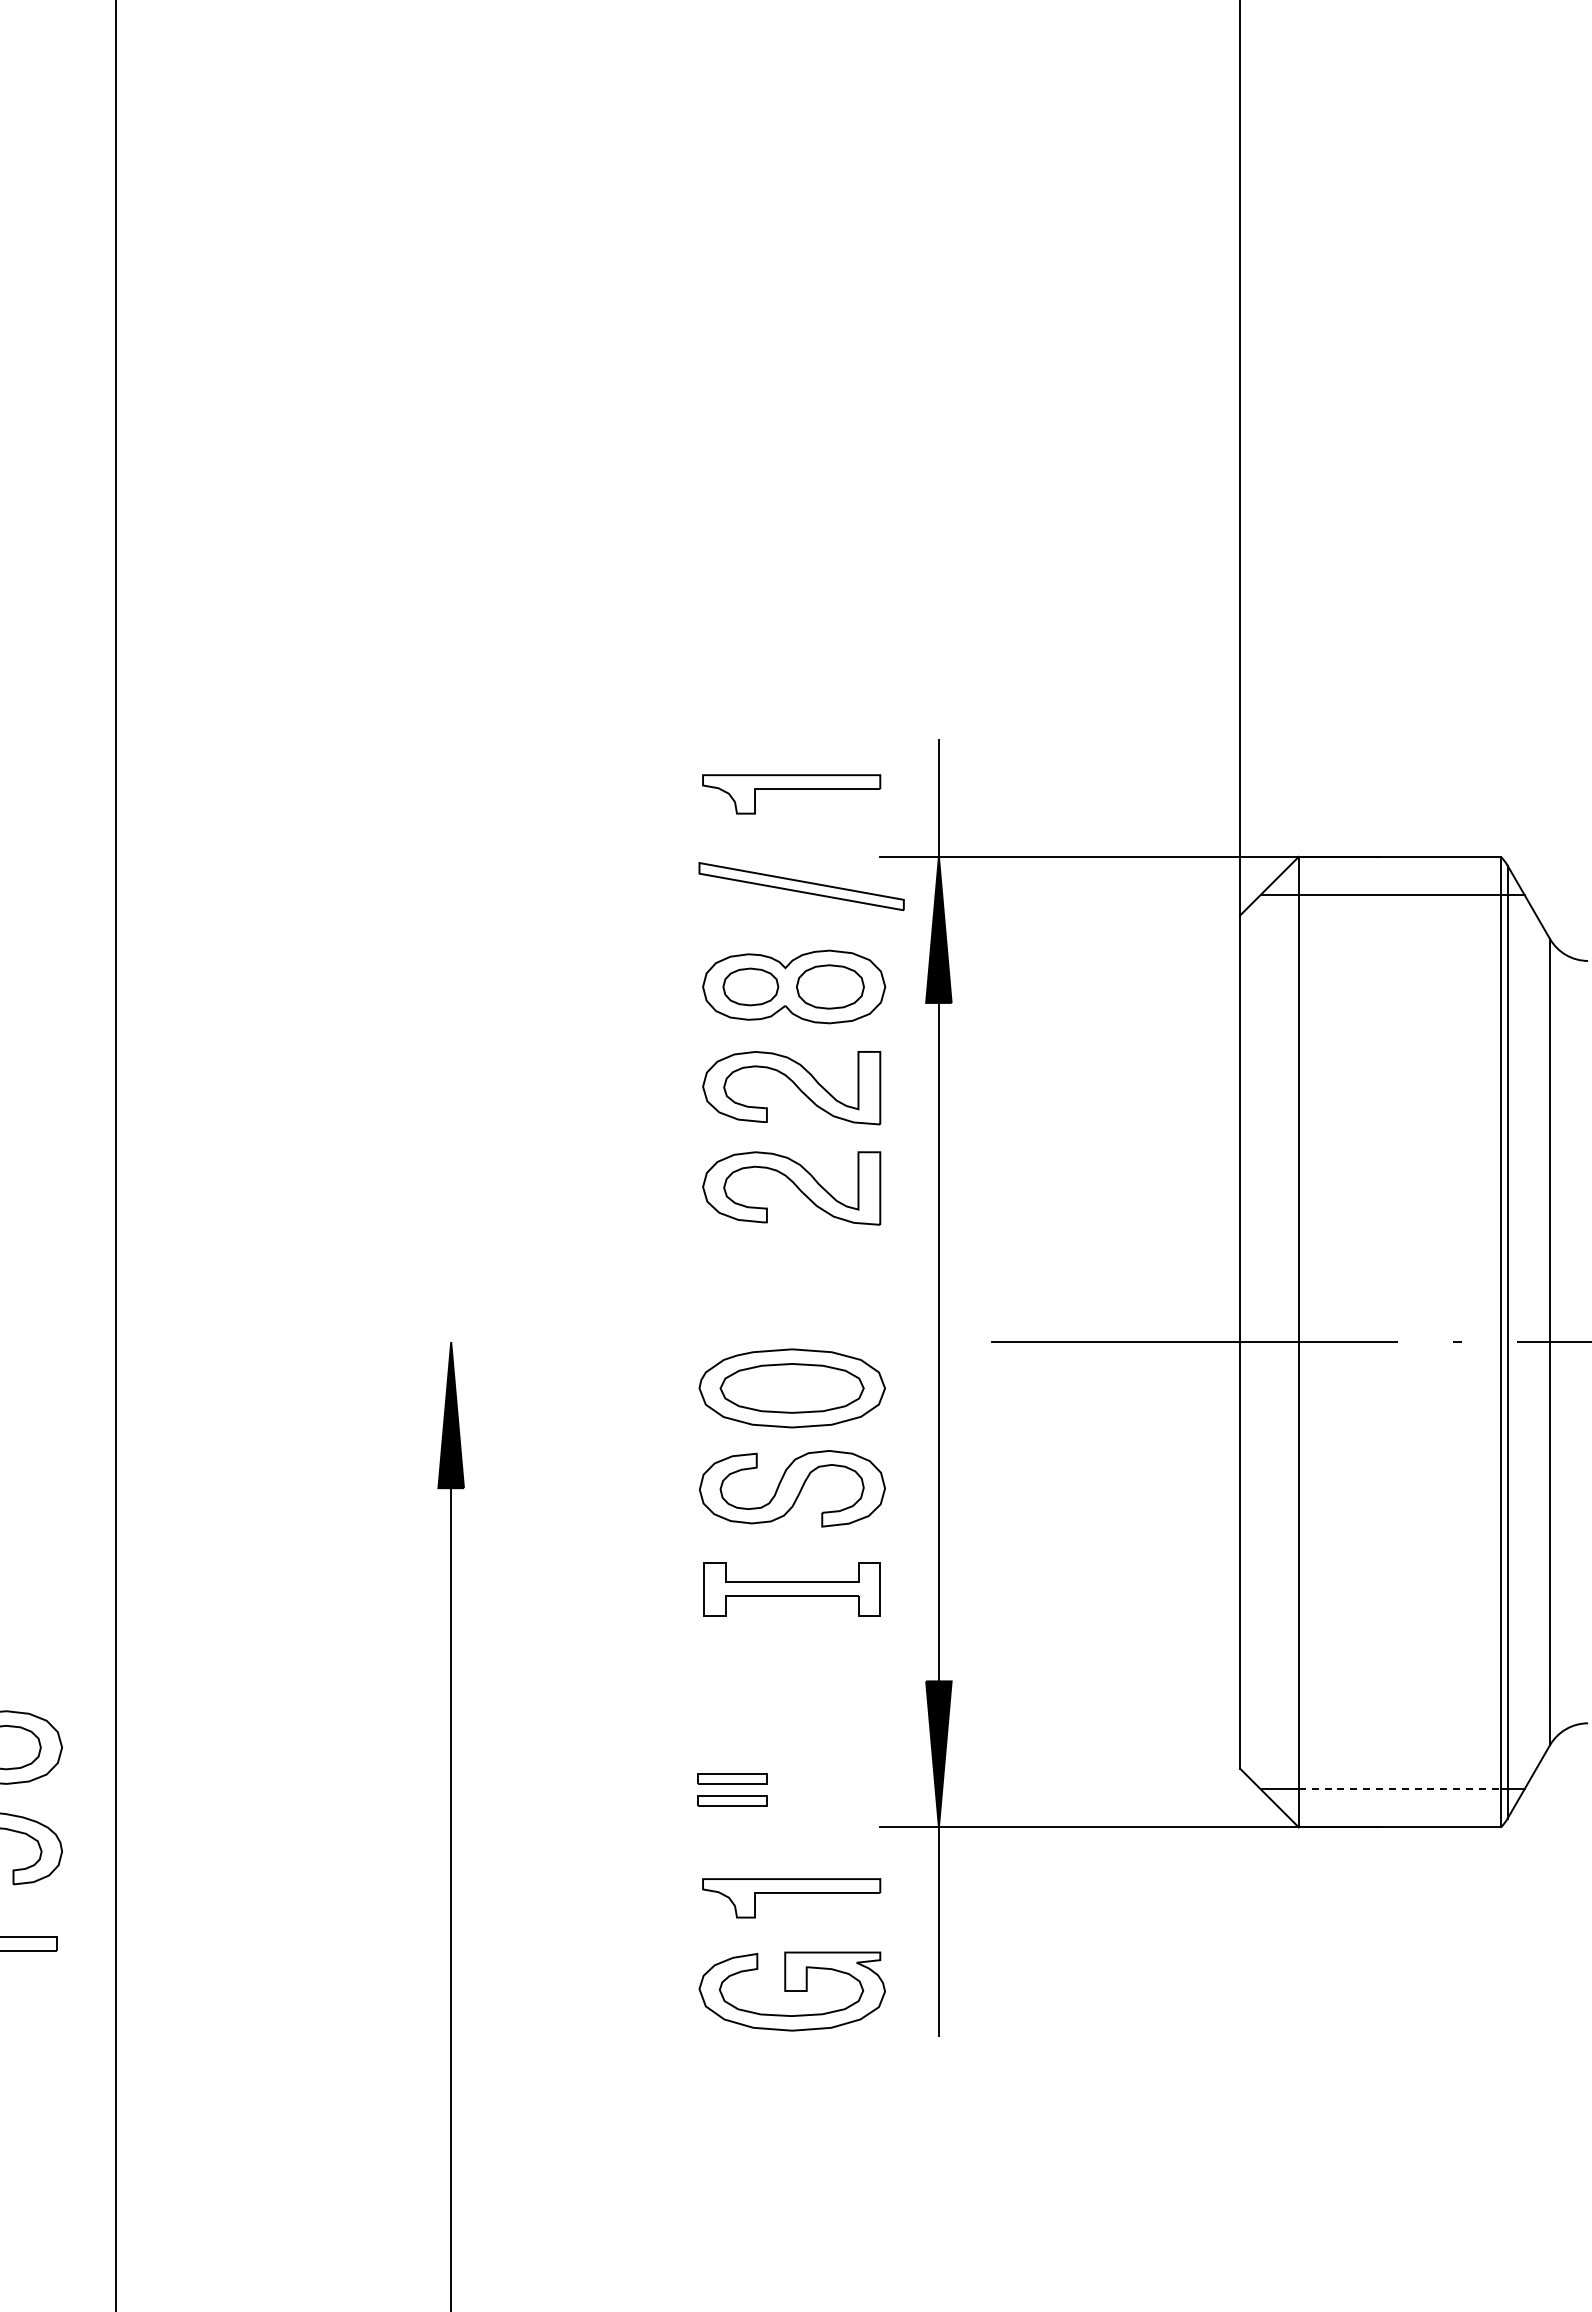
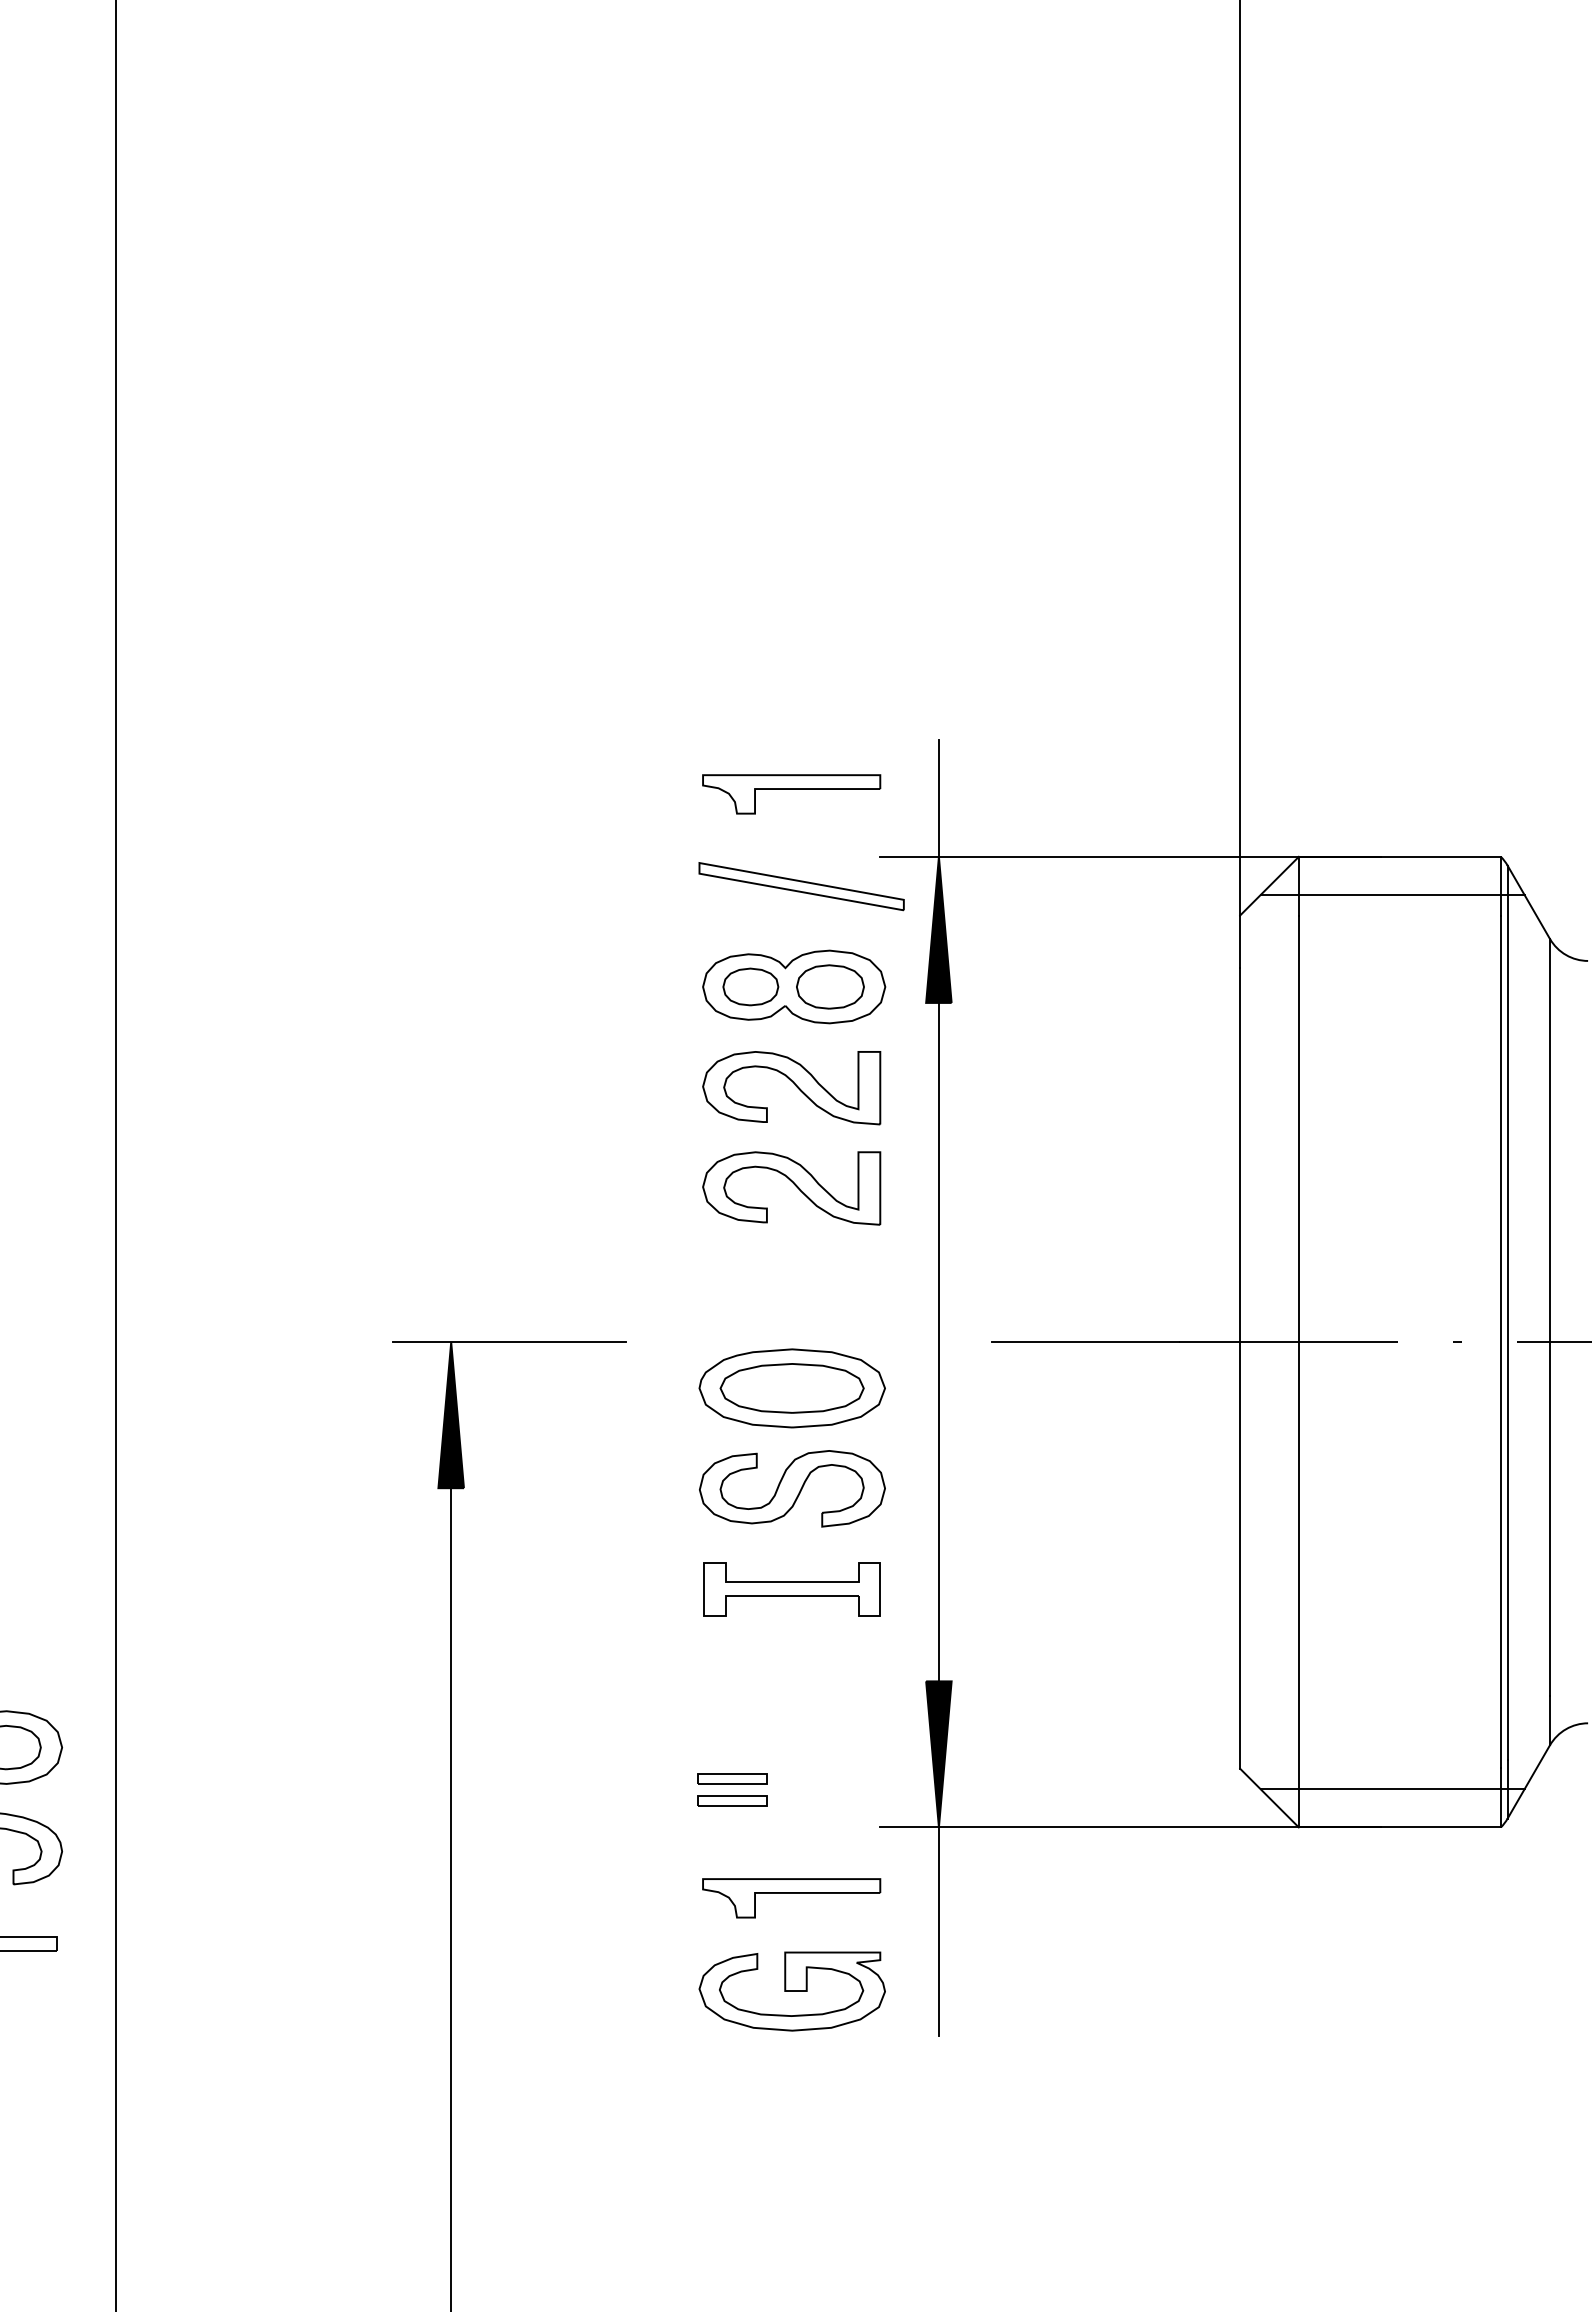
line at (509, 1342): none -> present
line at (1400, 1789): dashed -> solid
